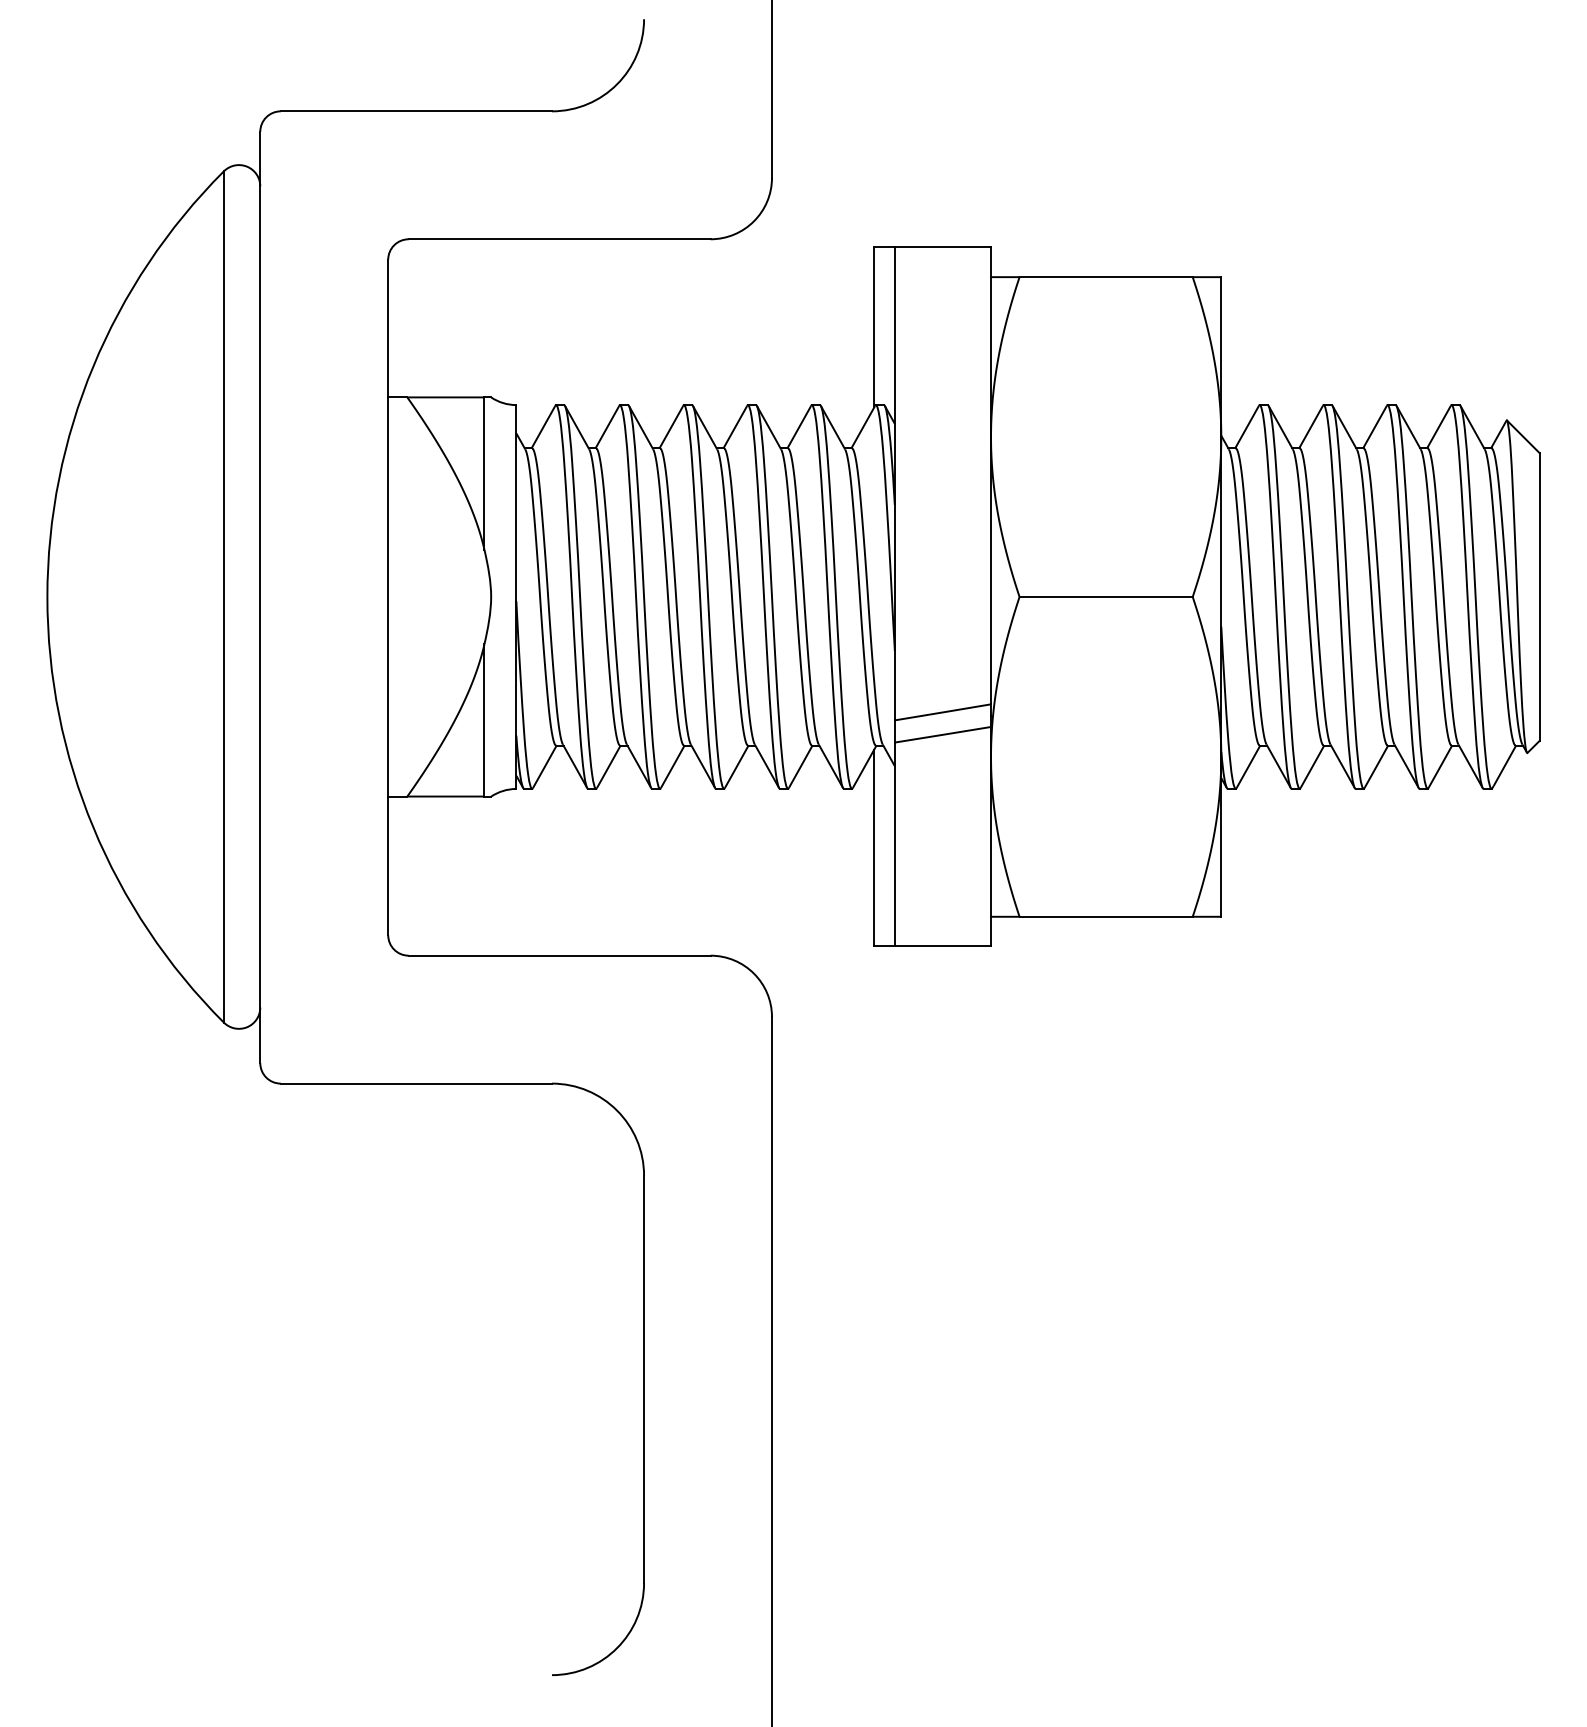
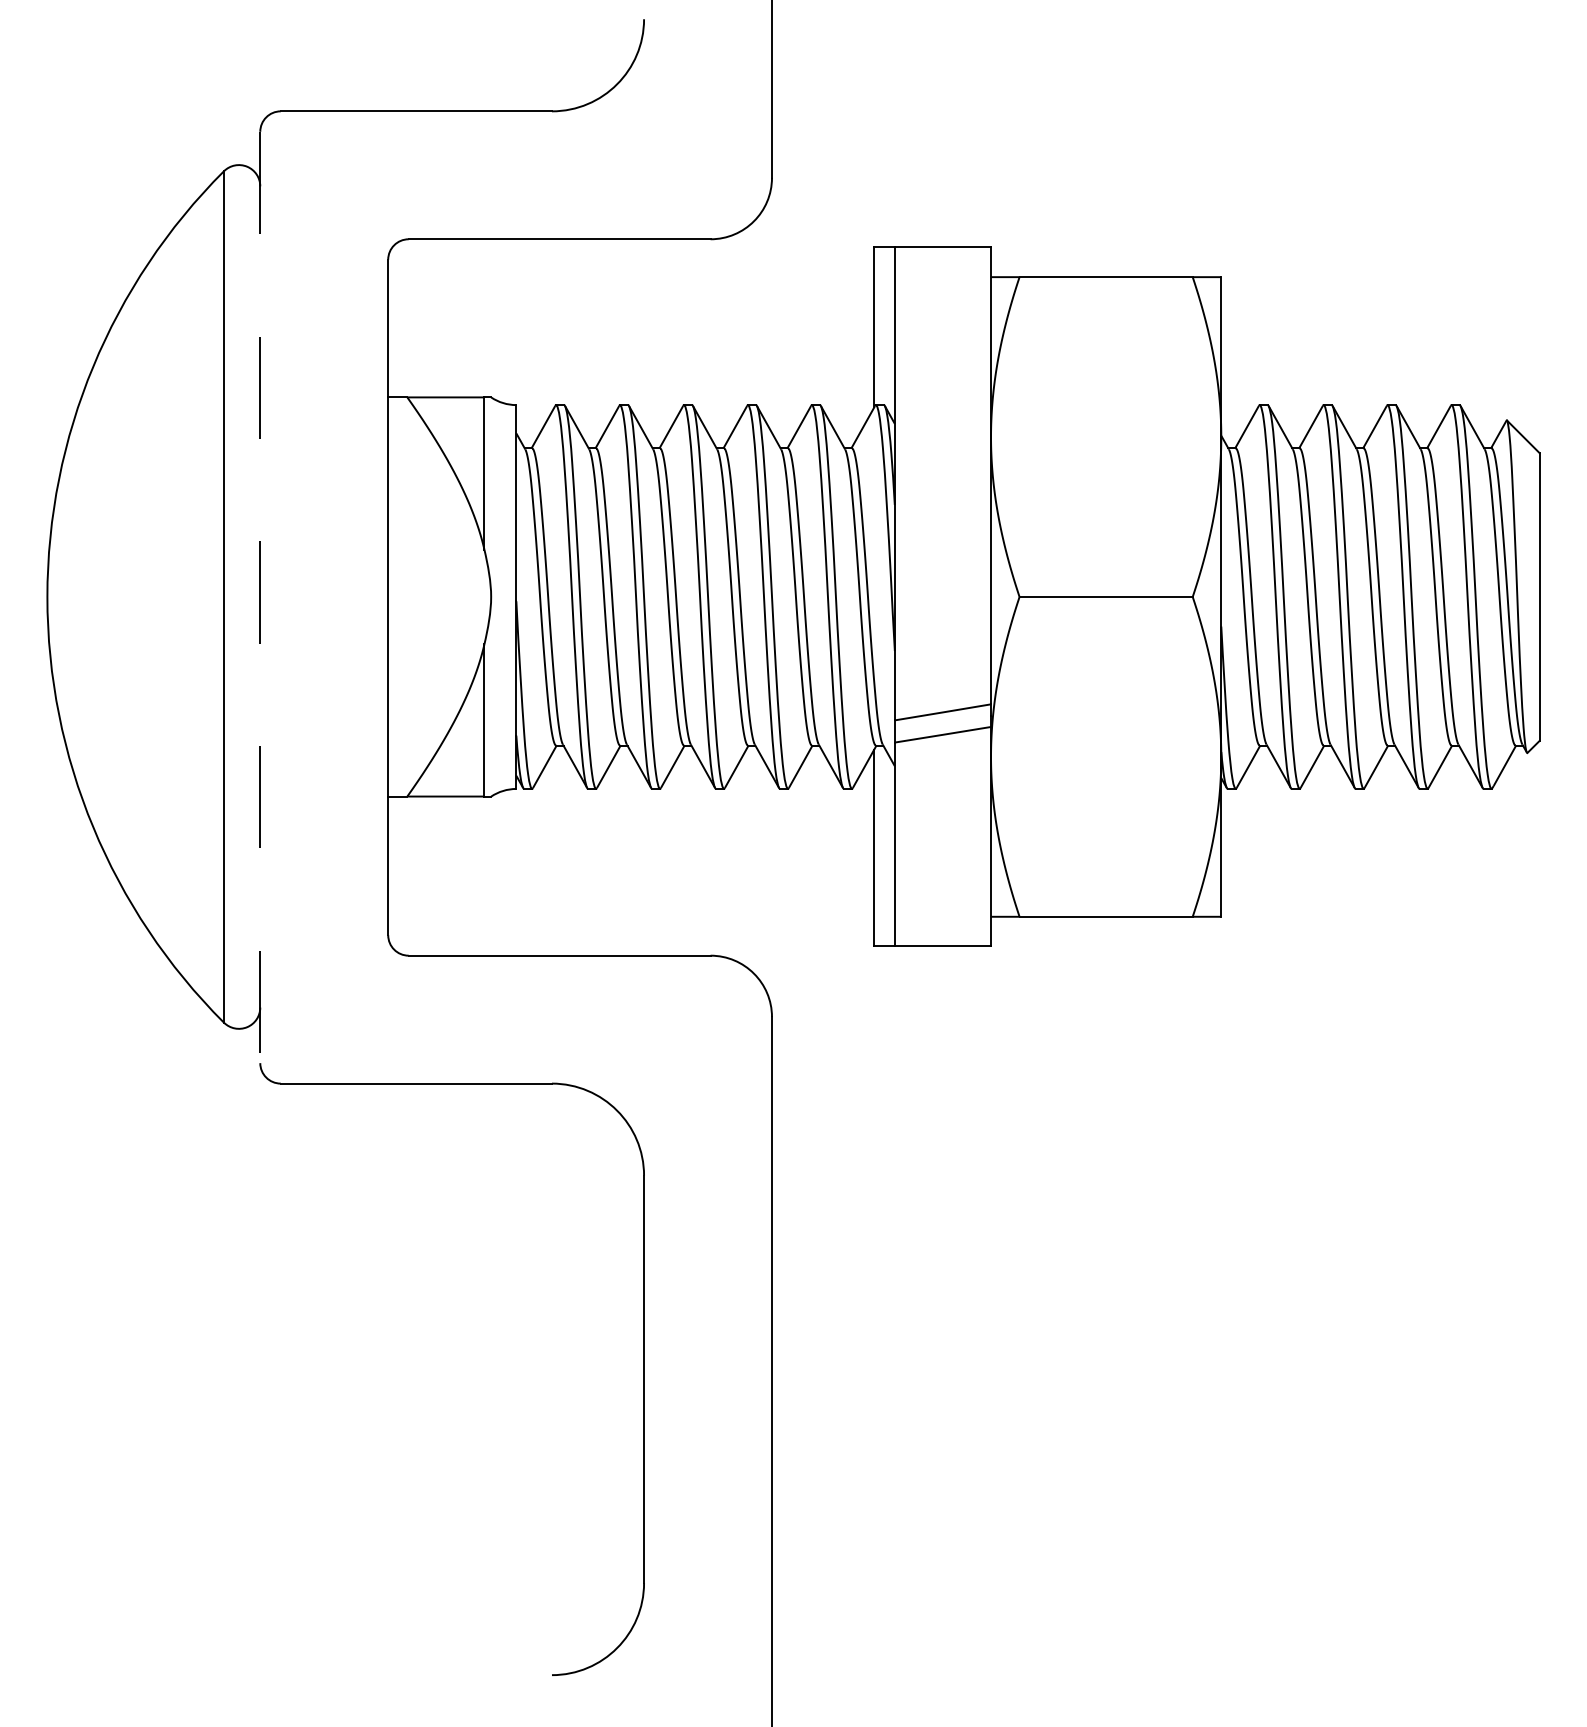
line at (260, 597): solid -> dashed
